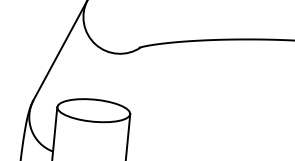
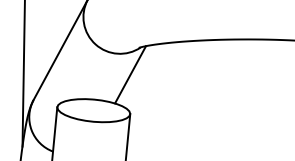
line at (23, 74): none -> present
line at (130, 74): none -> present
